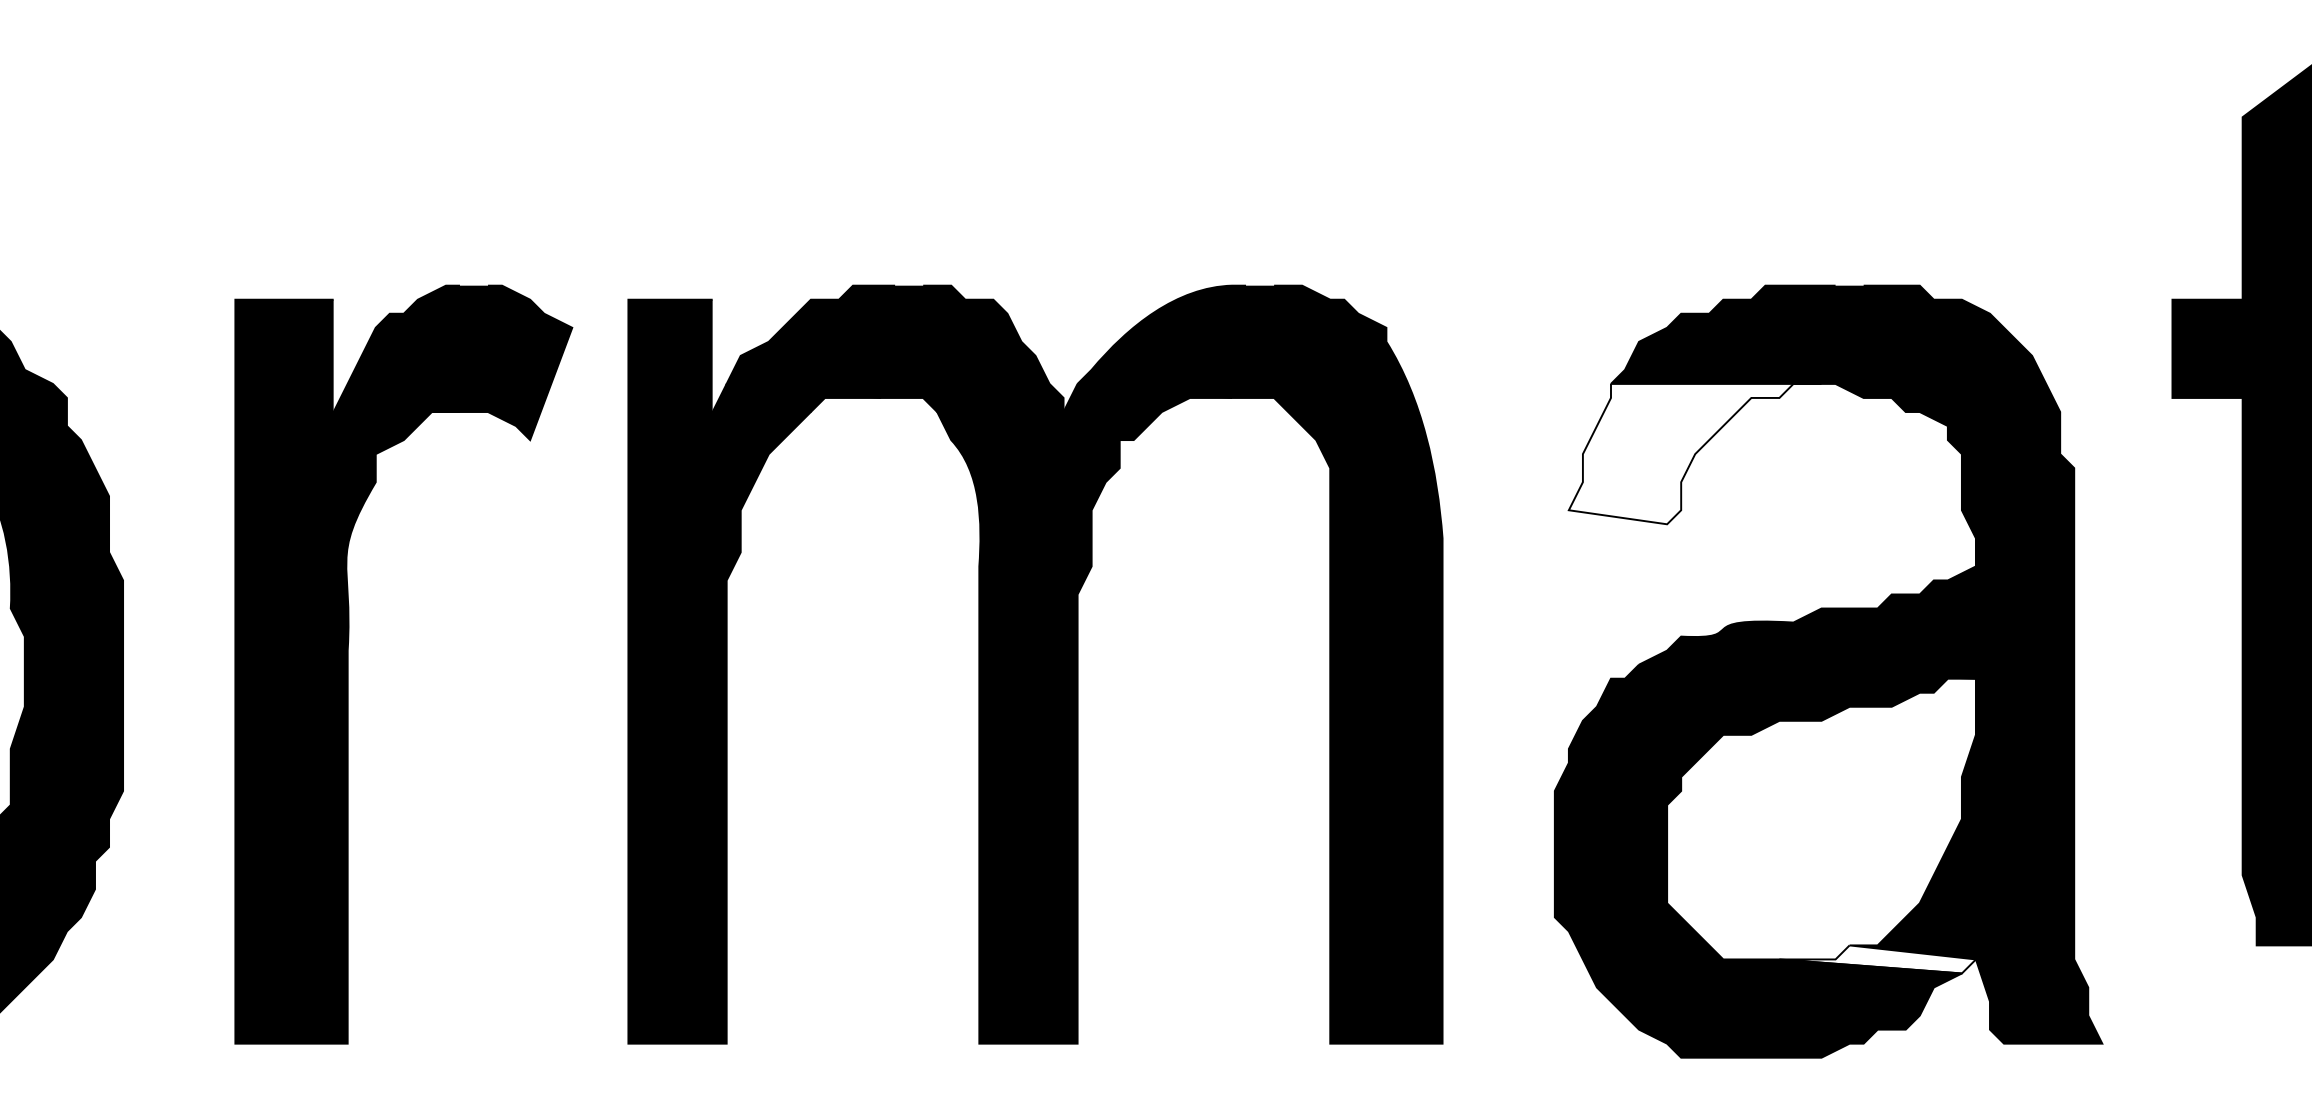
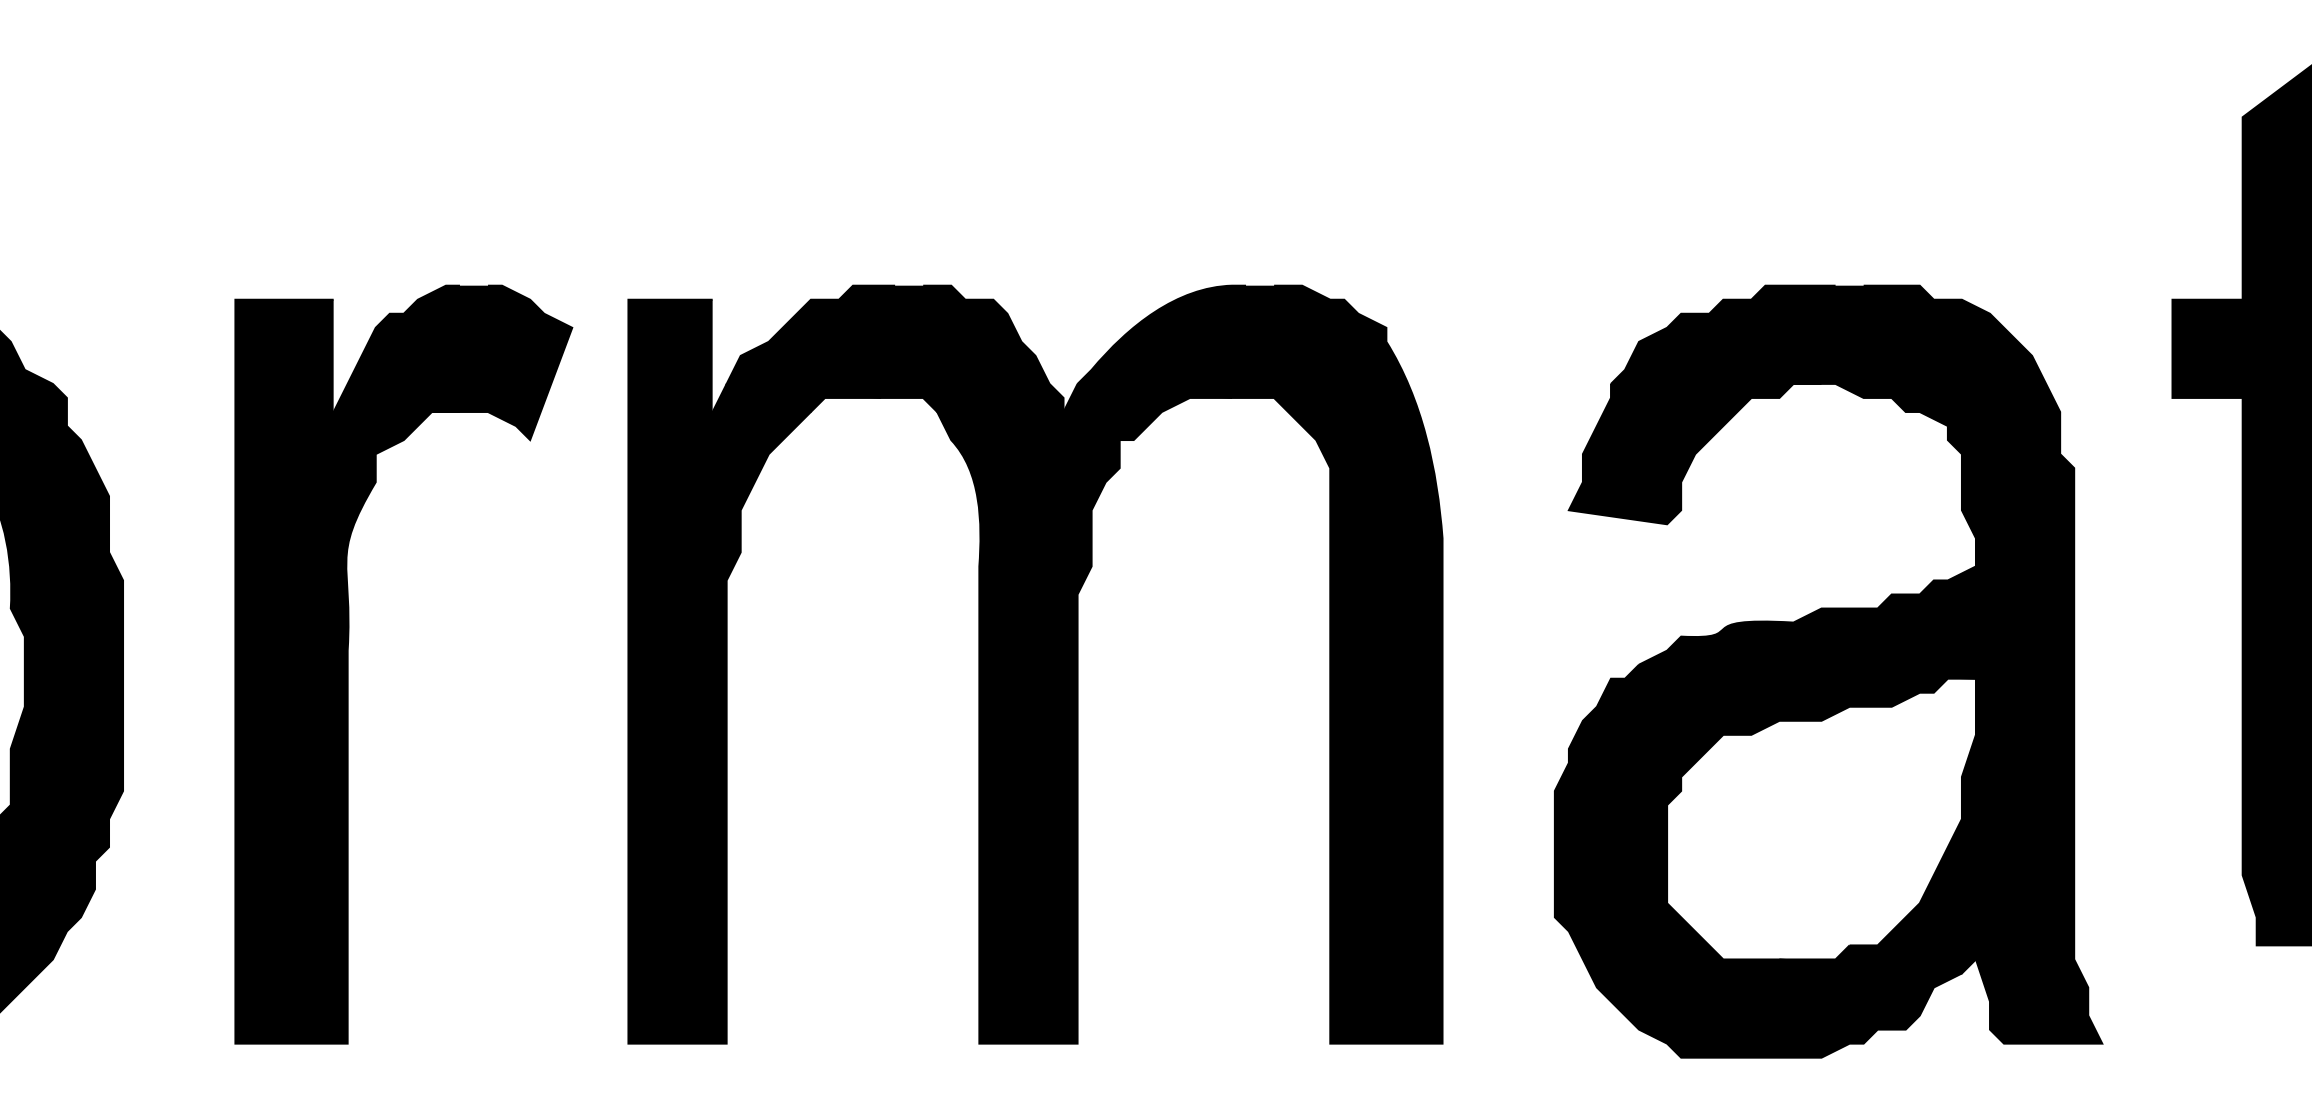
fill at (1694, 453): none -> present
fill at (1877, 959): none -> present
